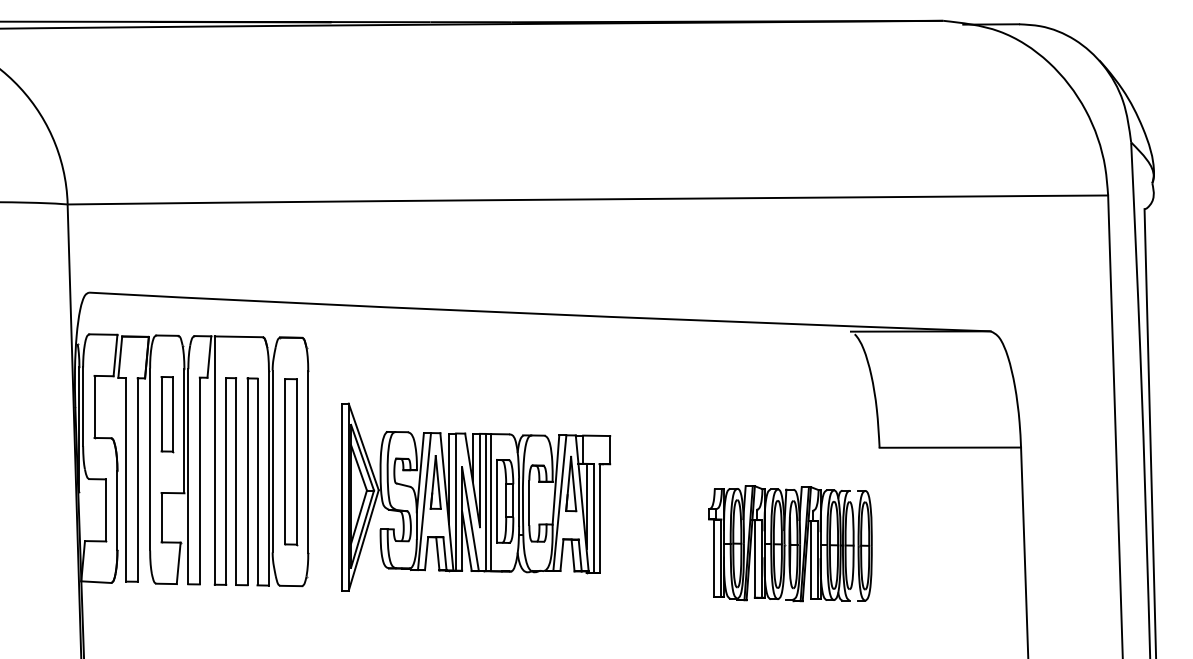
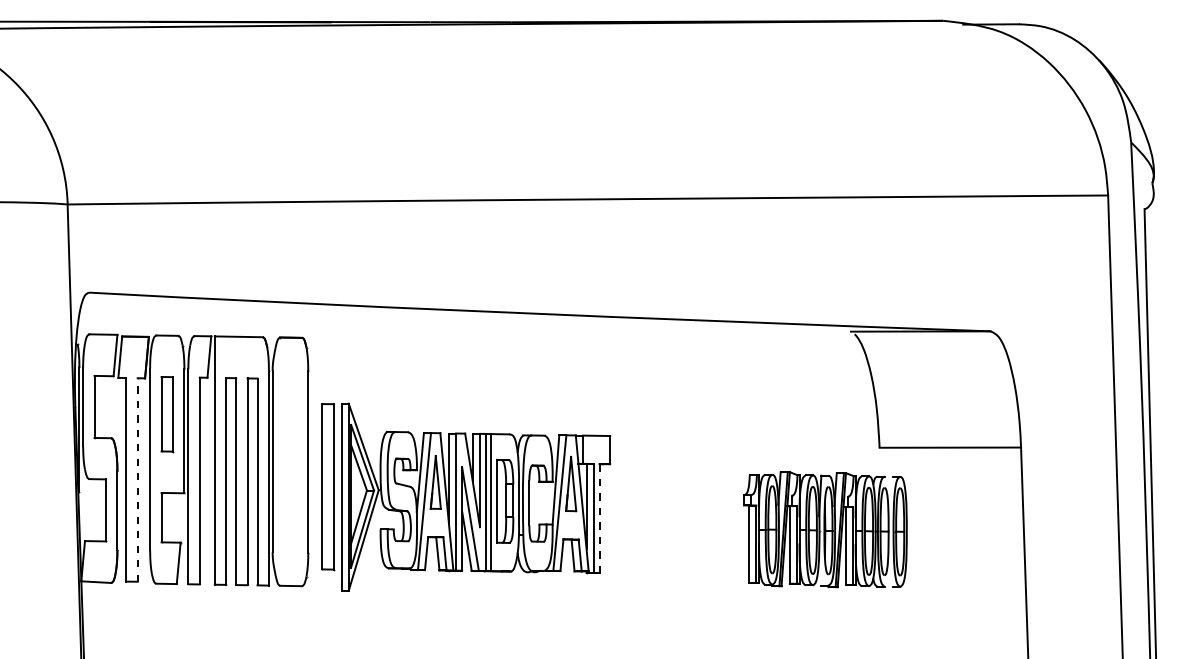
part at (291, 462) position: (291, 462) -> (328, 487)
line at (137, 480): solid -> dashed
line at (599, 518): solid -> dashed
part at (790, 543) position: (790, 543) -> (825, 529)
